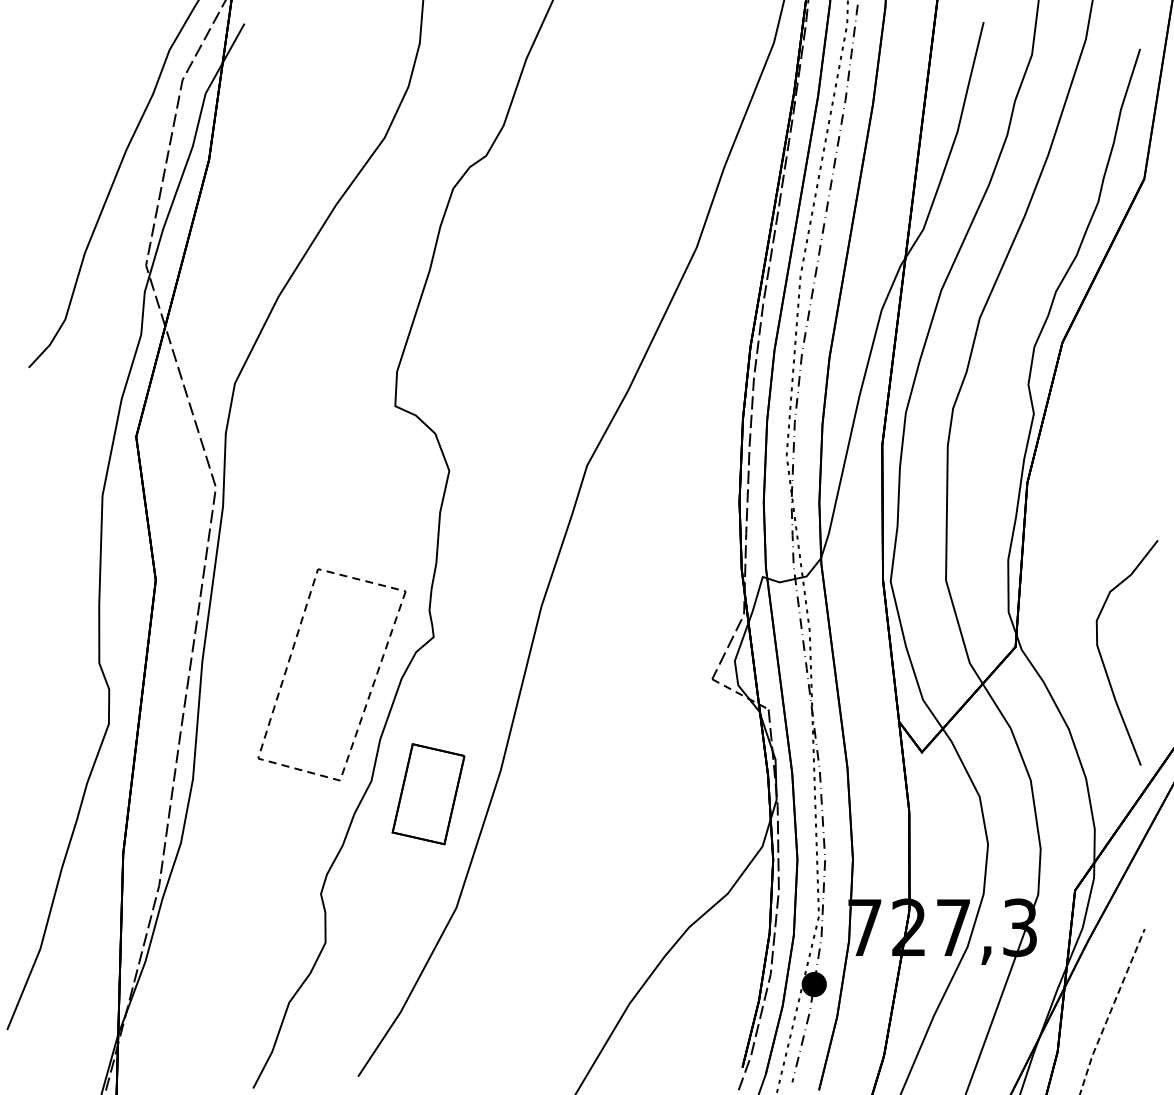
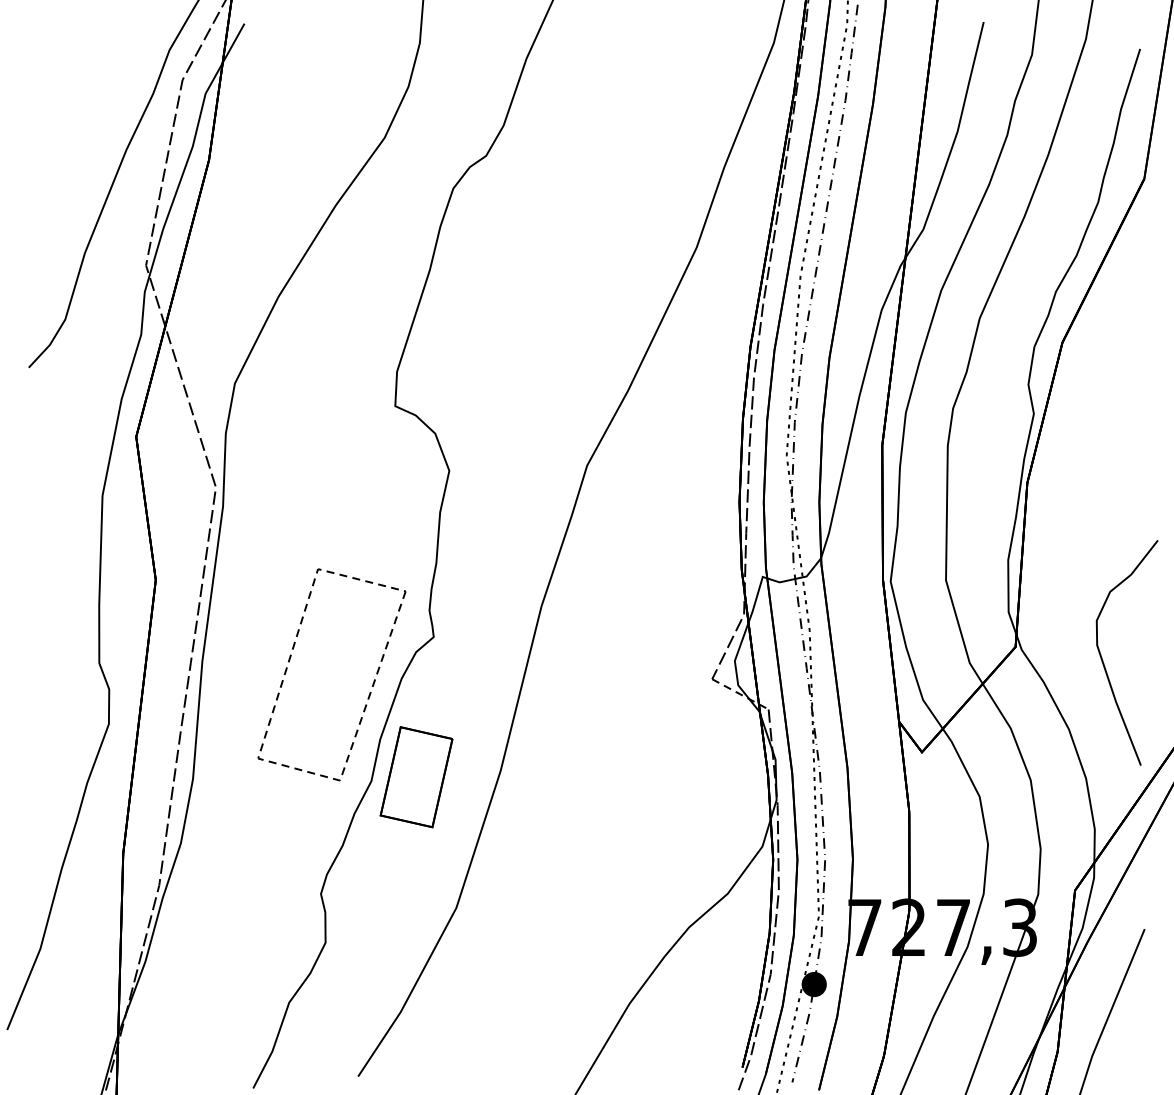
part at (428, 794) position: (428, 794) -> (416, 777)
line at (1110, 1011): dashed -> solid
